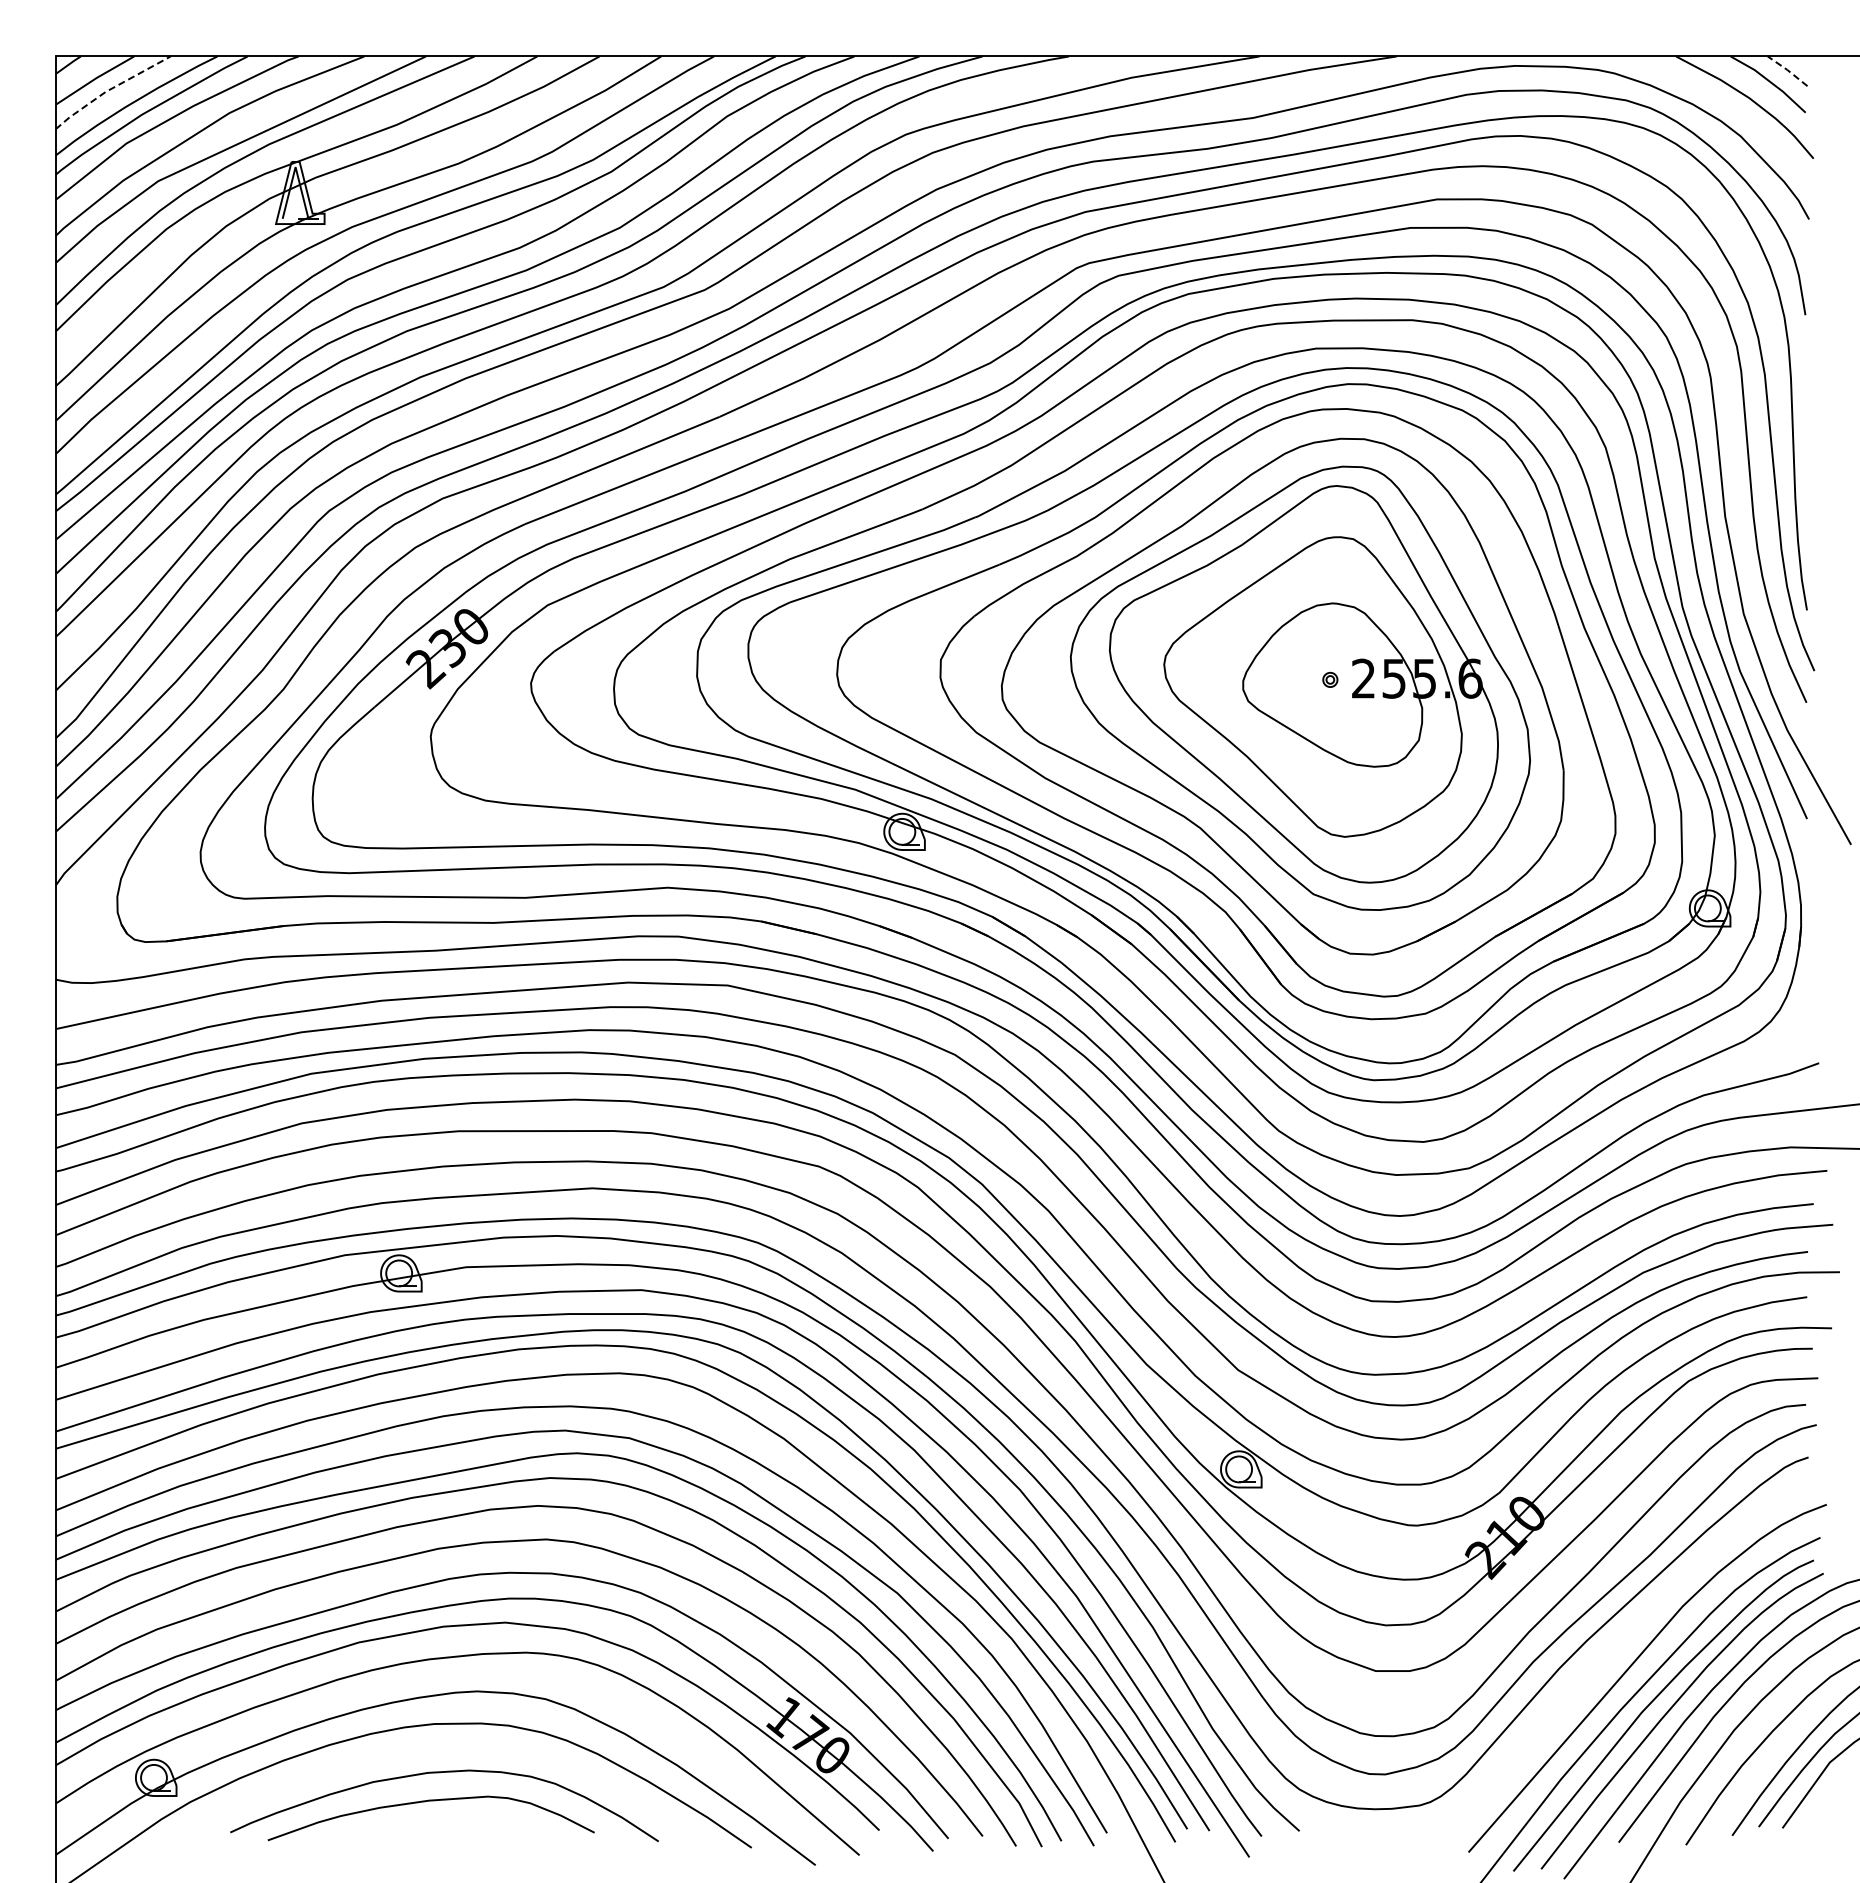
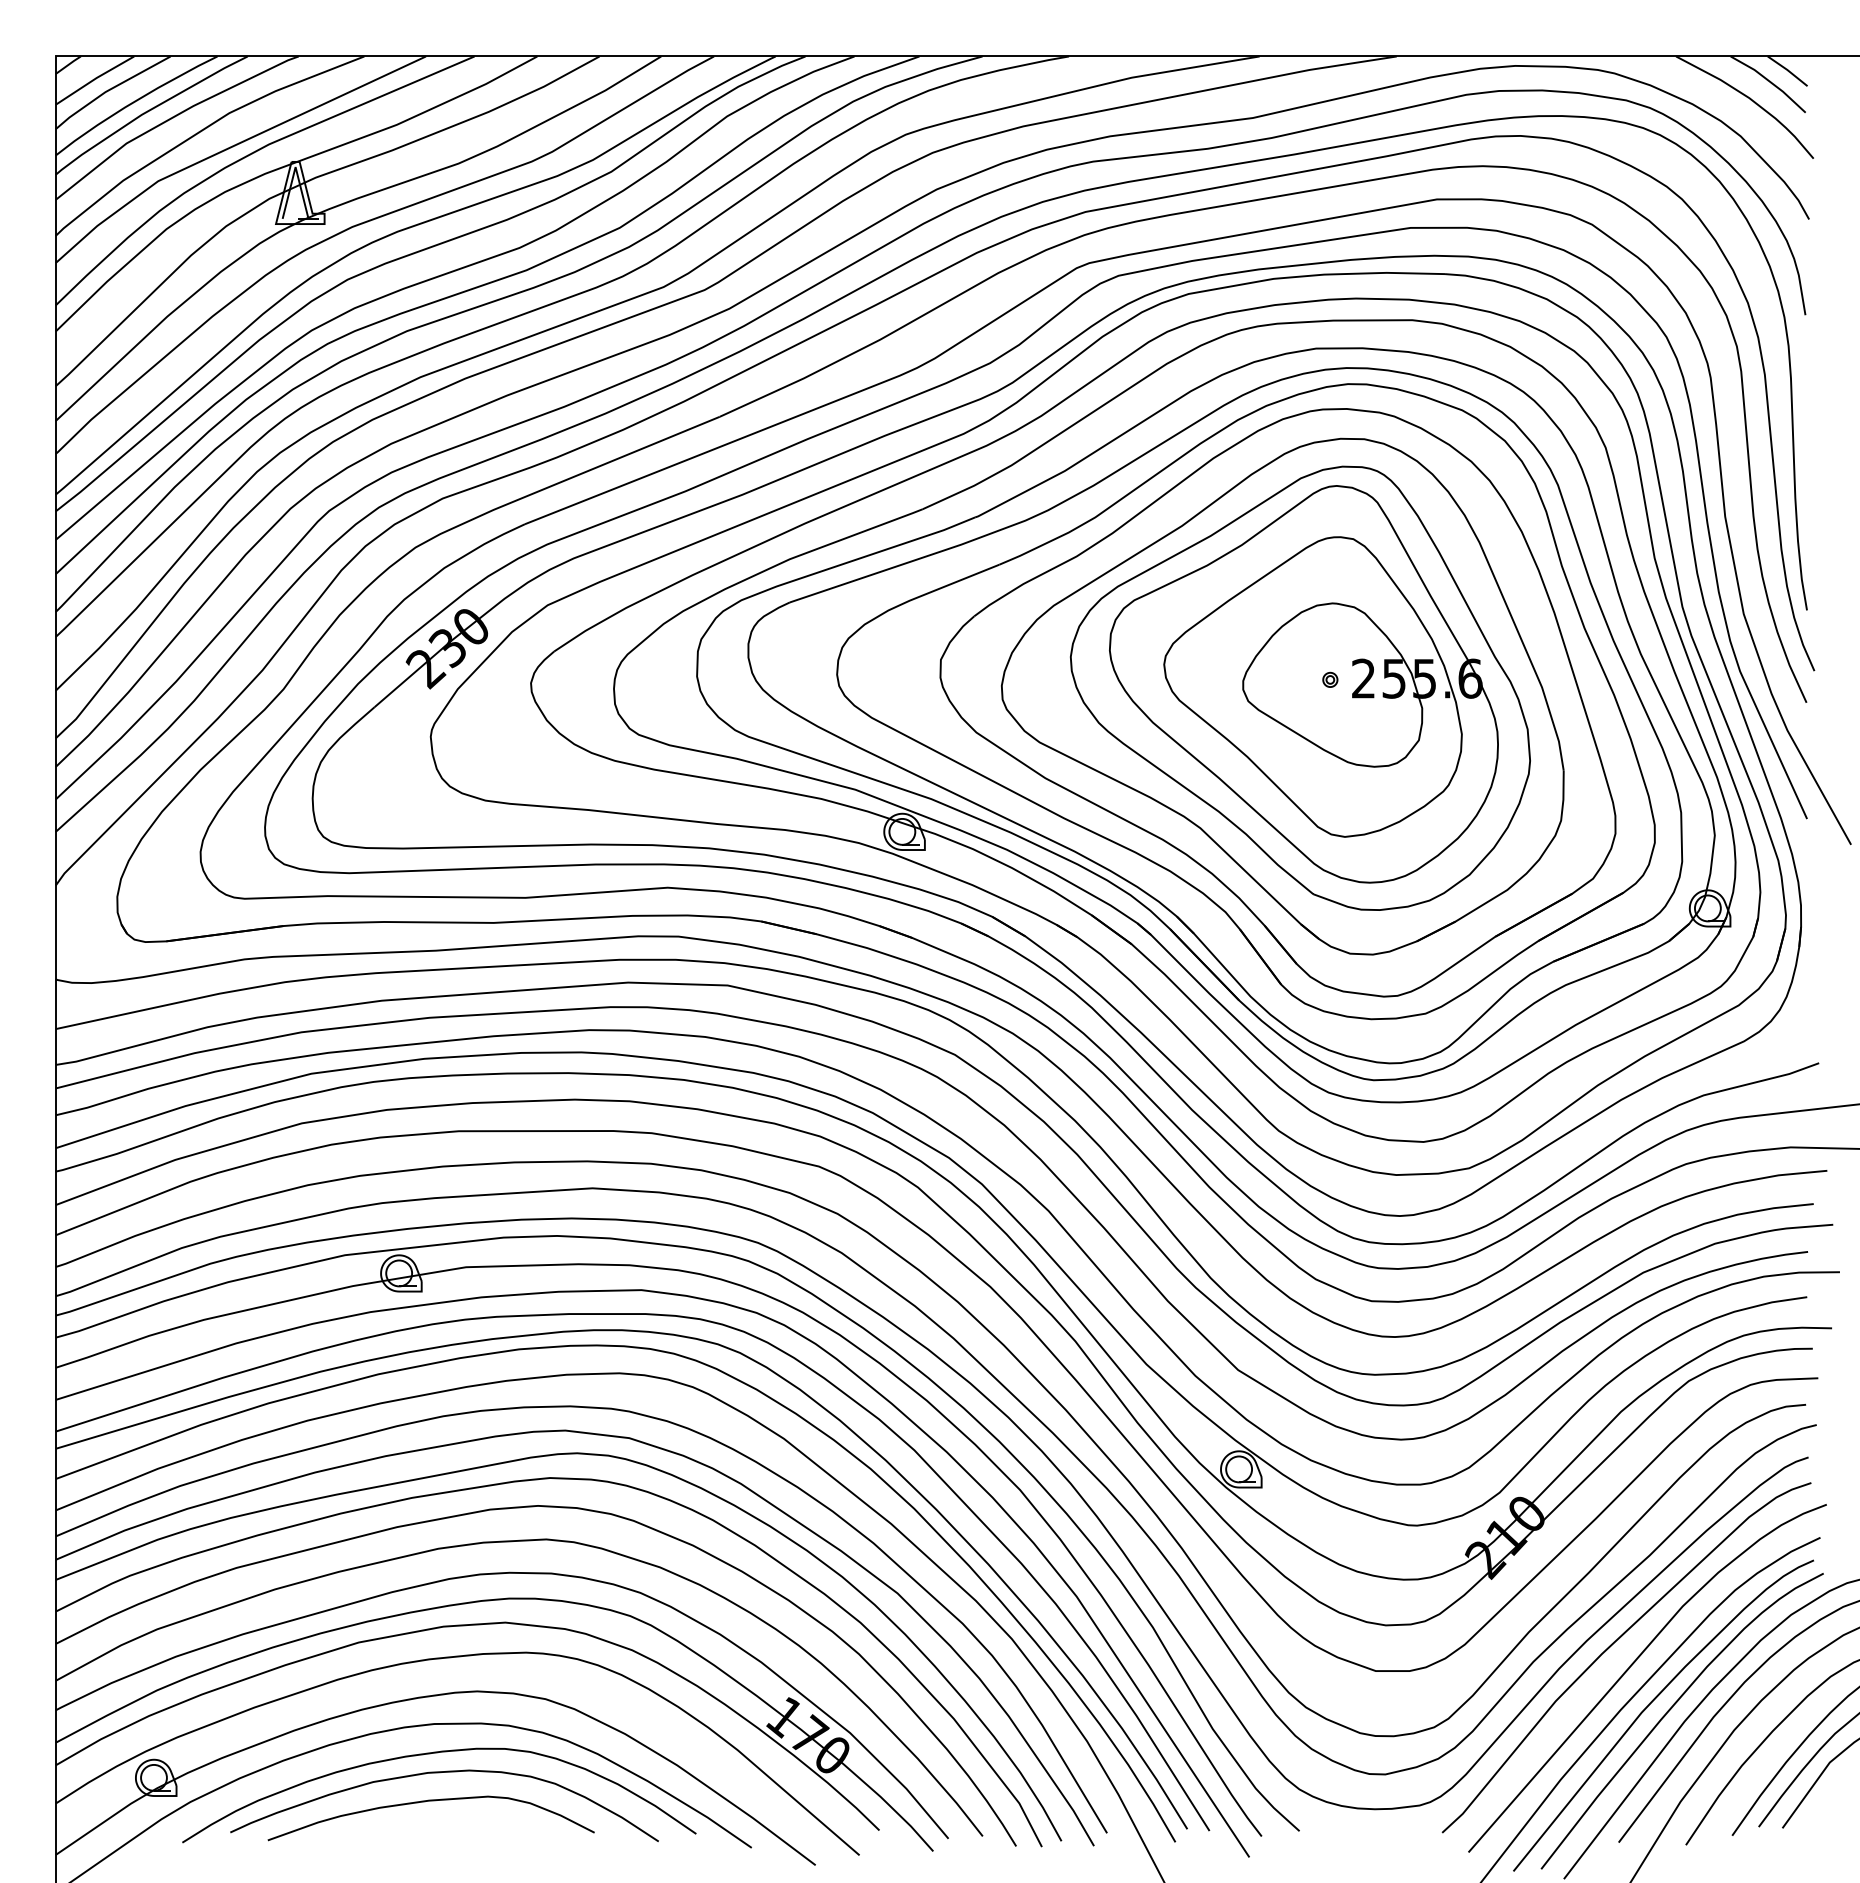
line at (1787, 69): dashed -> solid
line at (109, 89): dashed -> solid
curve at (1613, 1644): none -> present
curve at (430, 1754): none -> present
